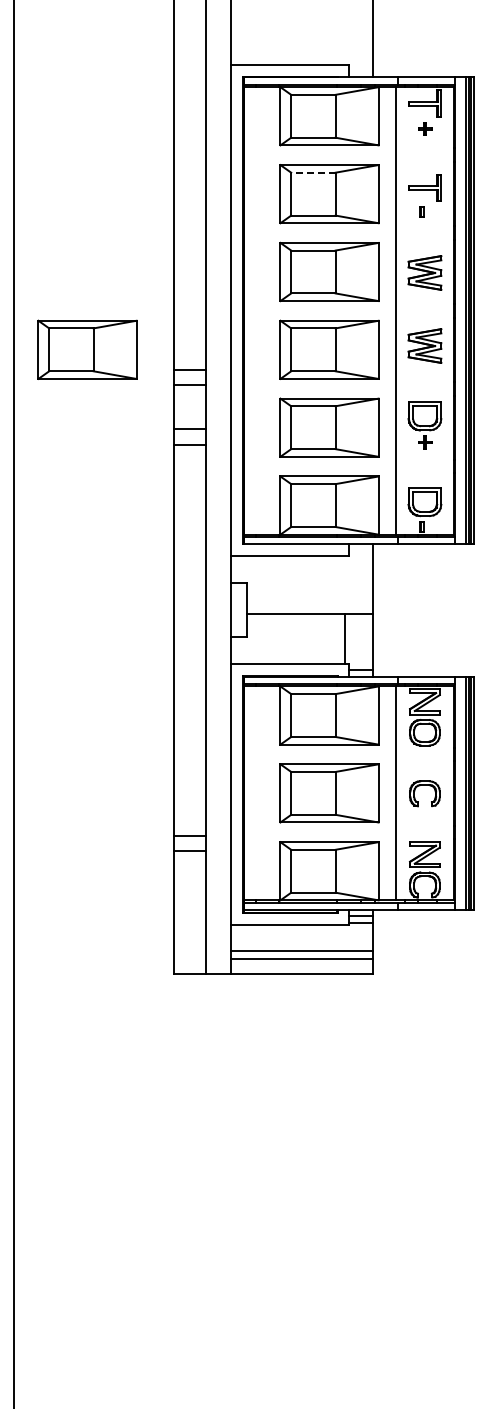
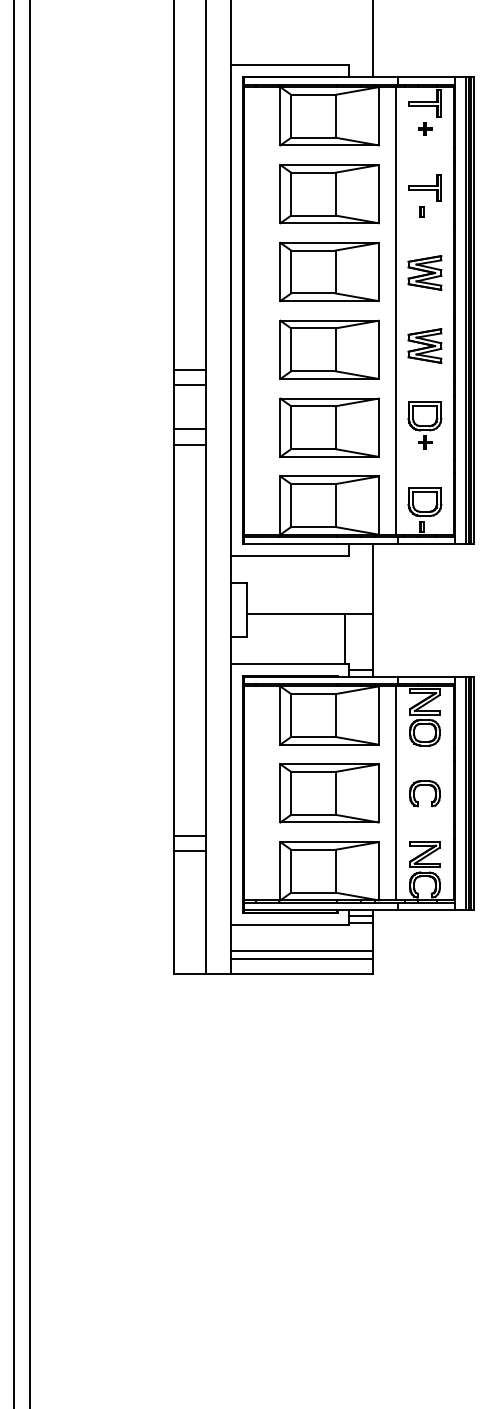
line at (312, 172): dashed -> solid
part at (87, 349): present -> none
line at (29, 703): none -> present
